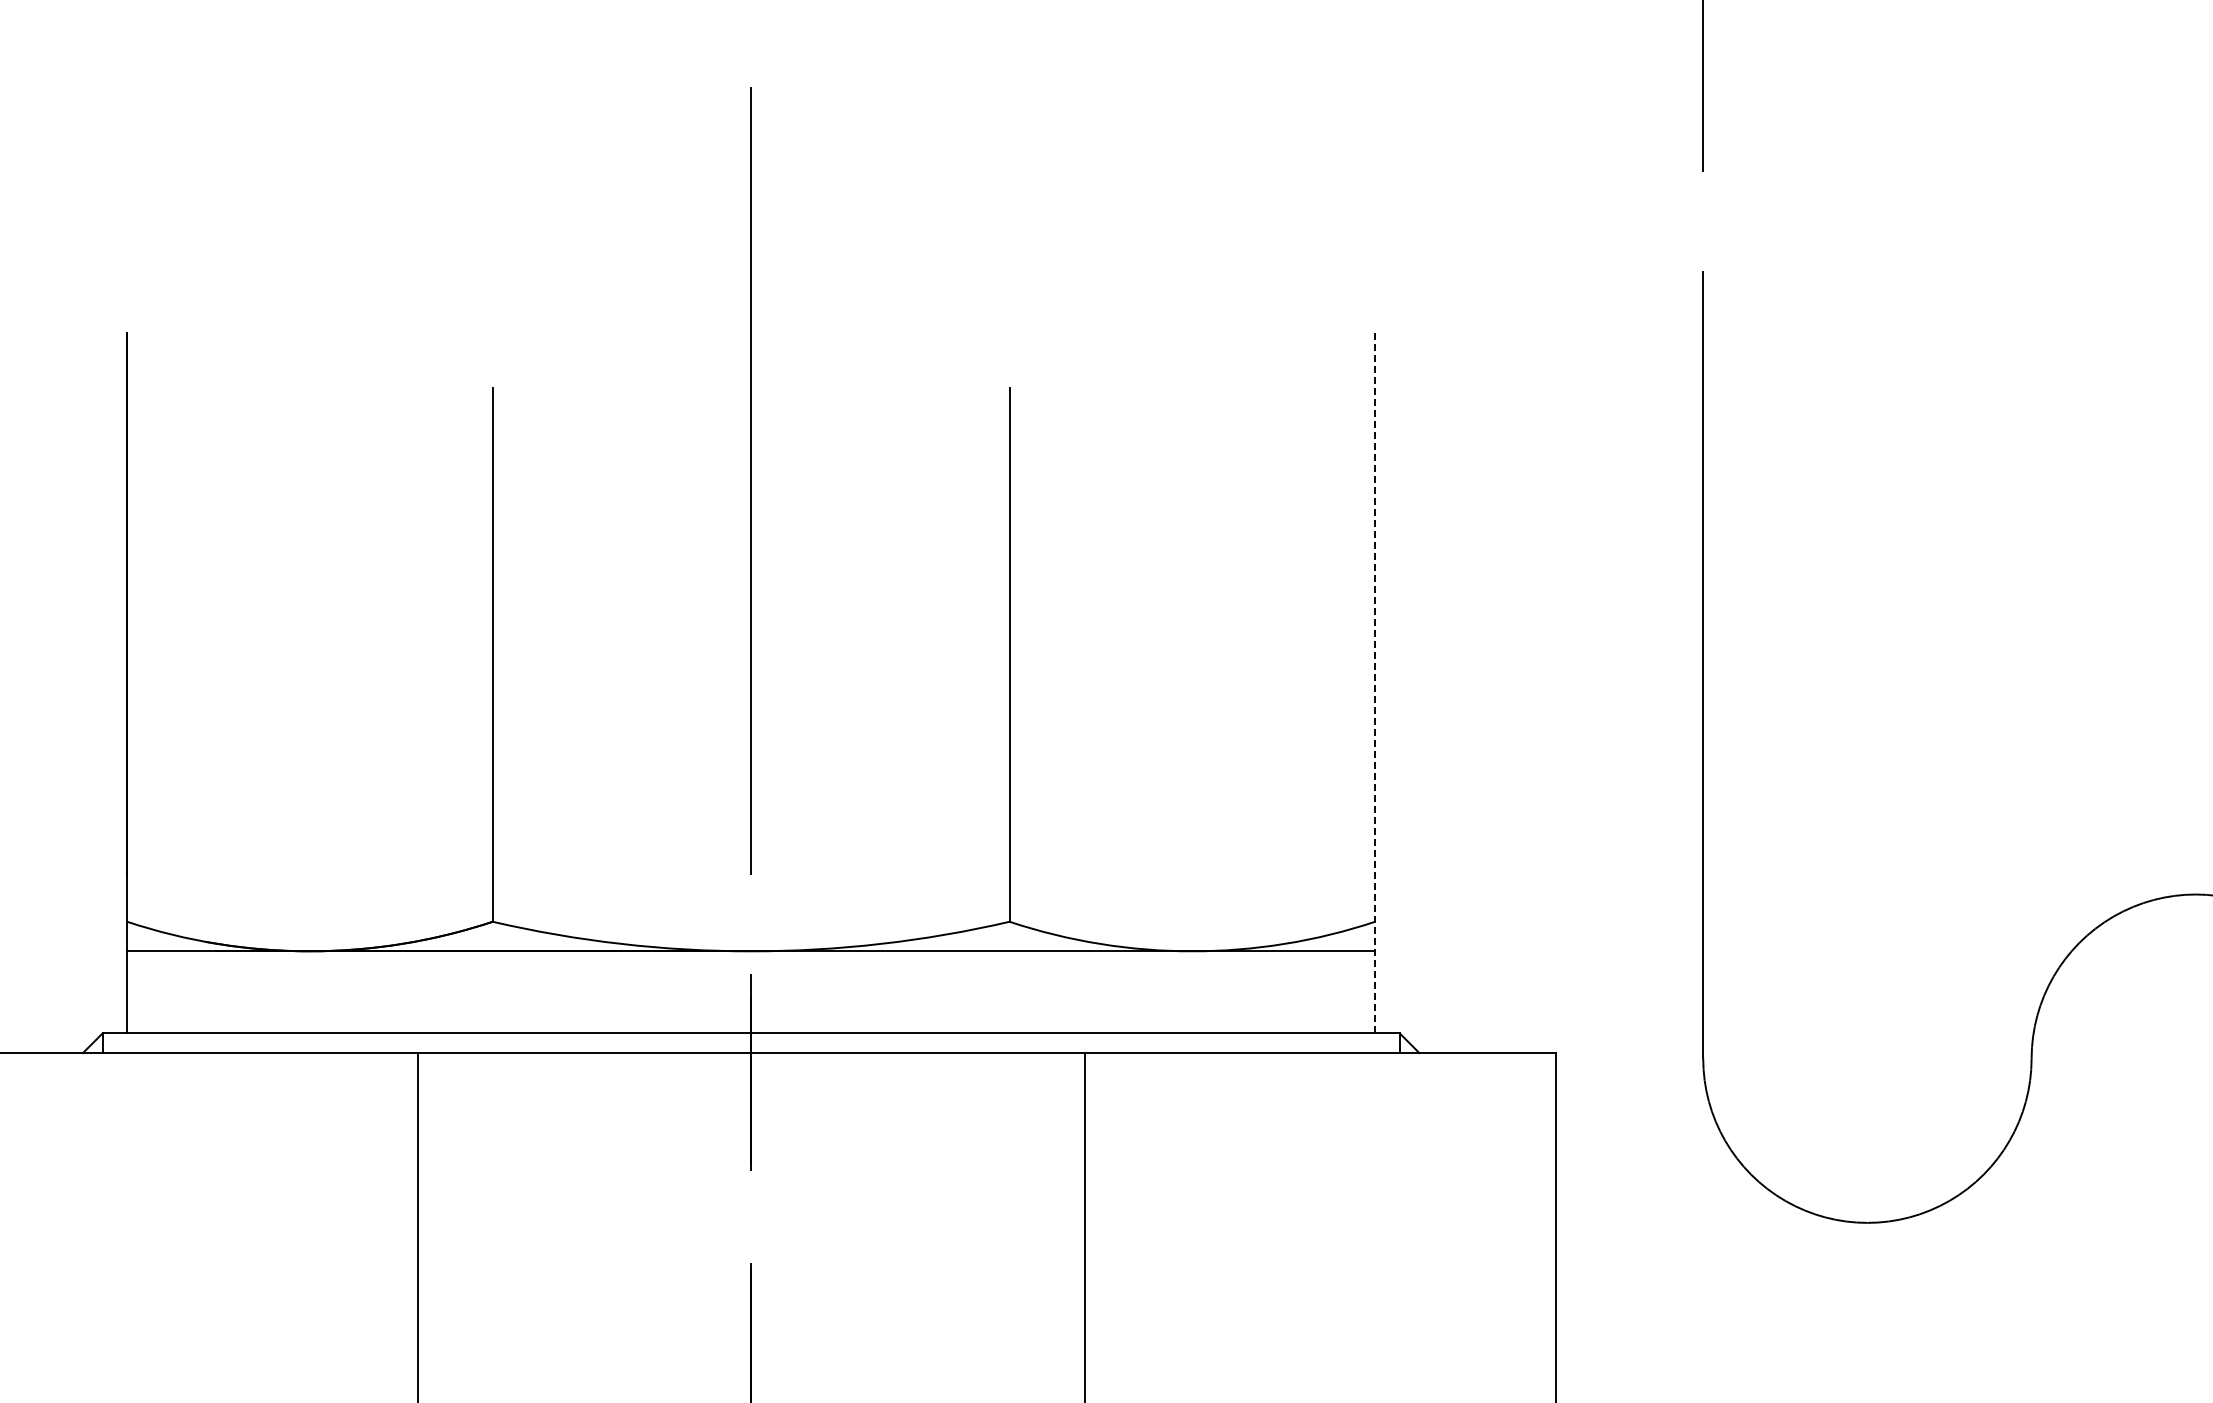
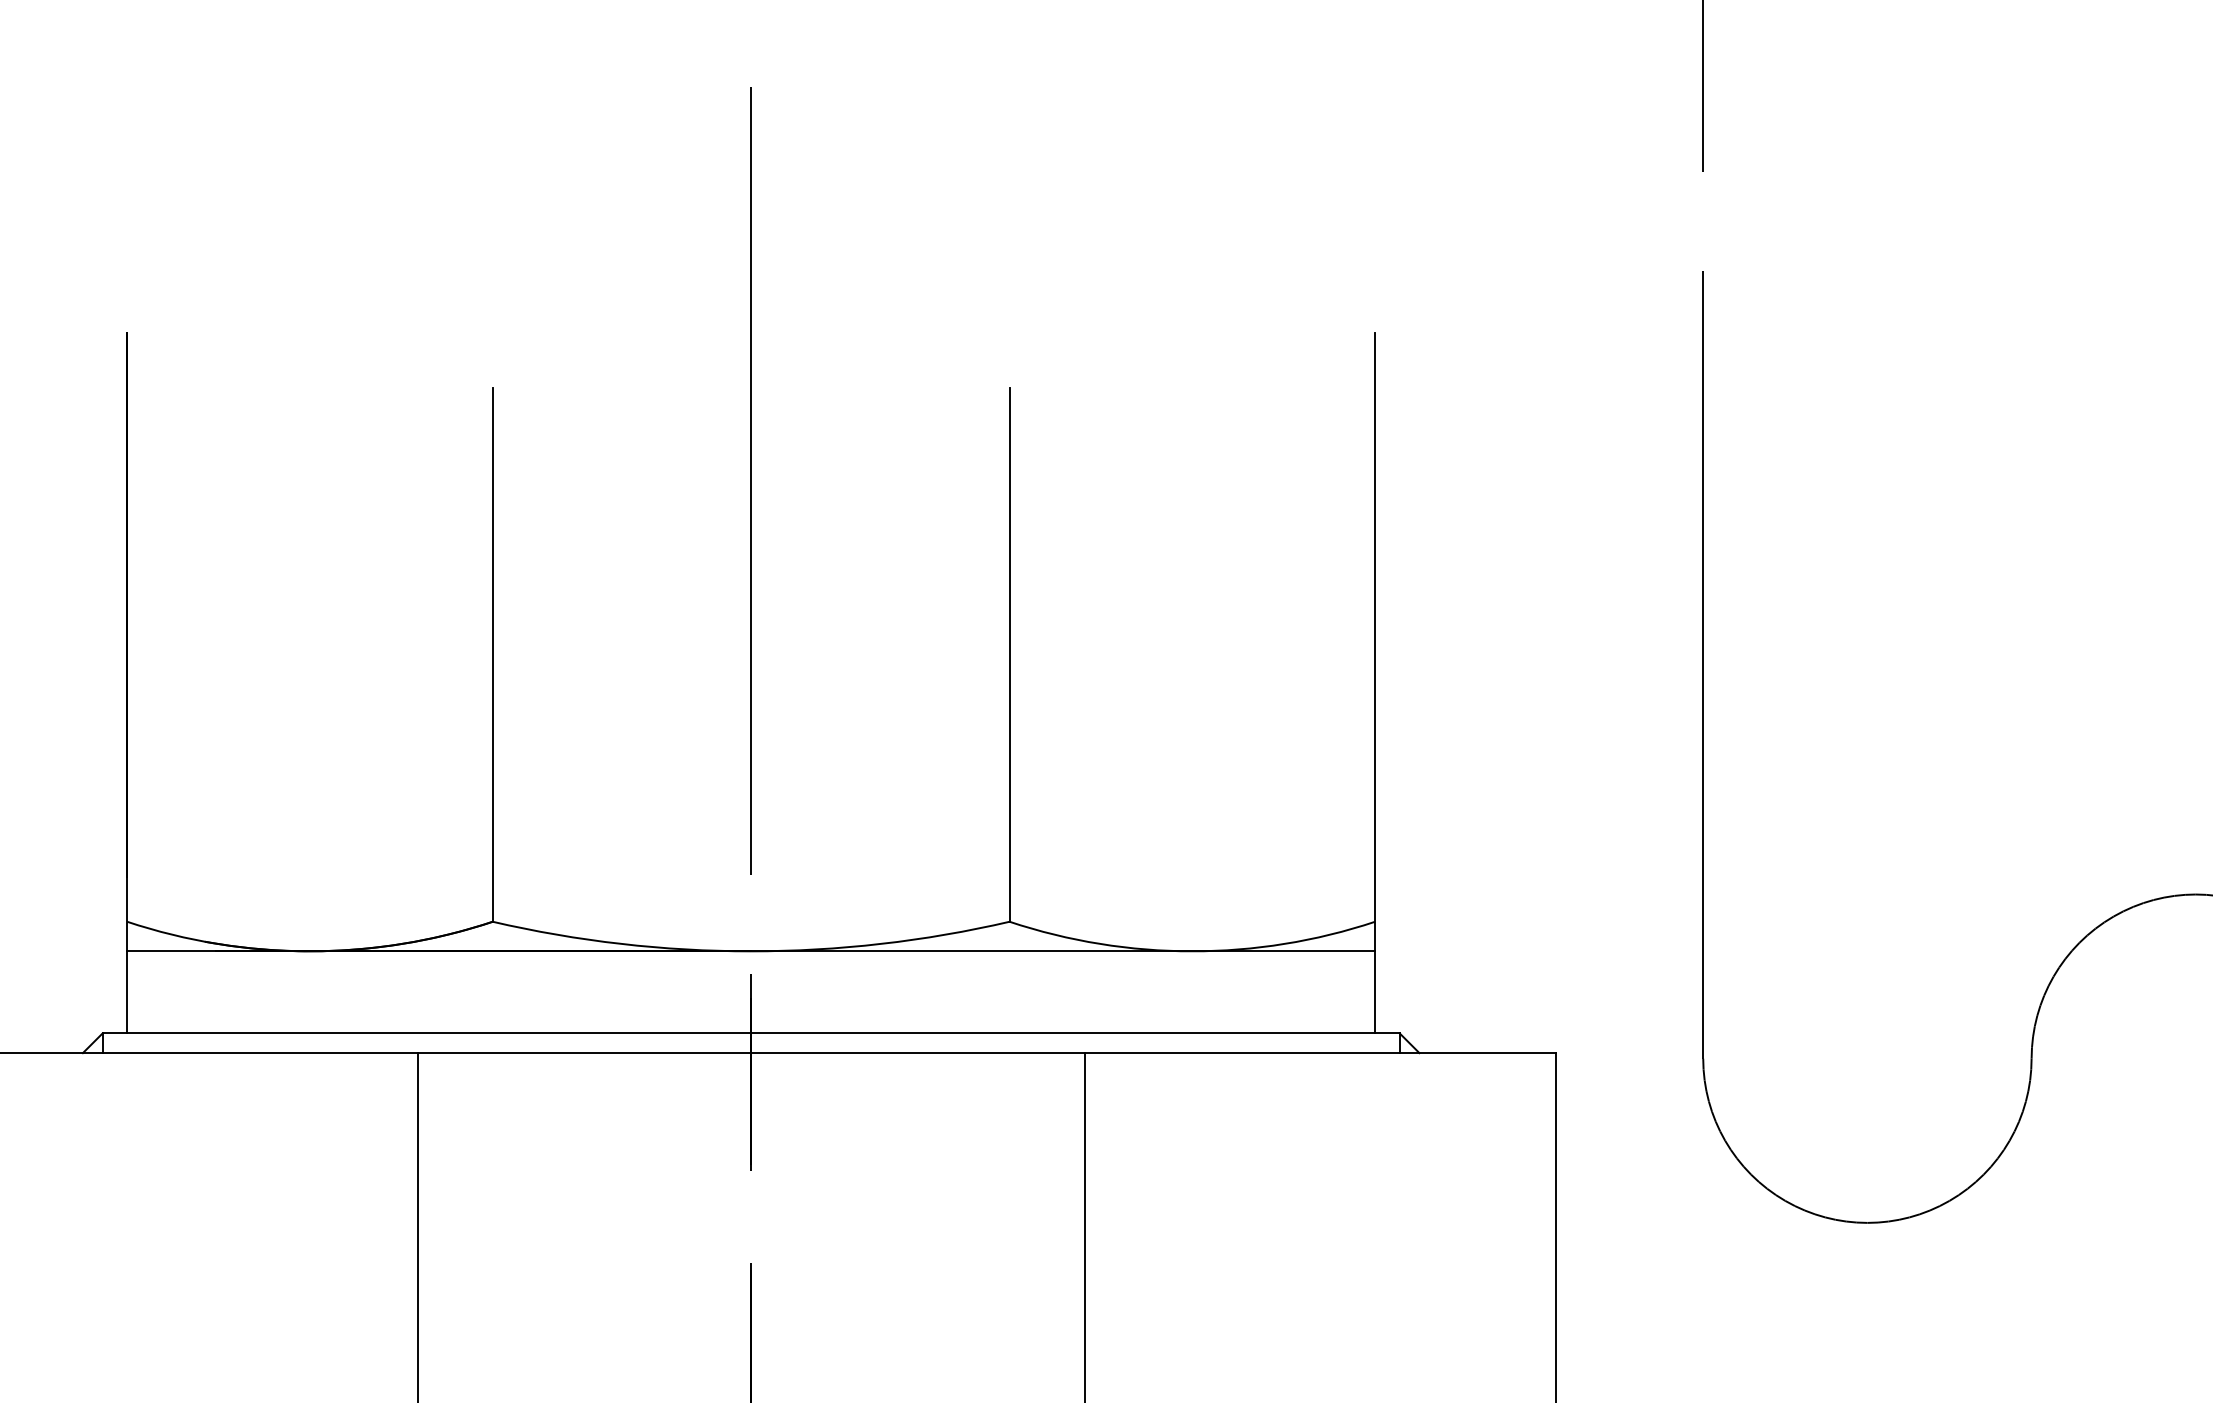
line at (1375, 683): dashed -> solid
